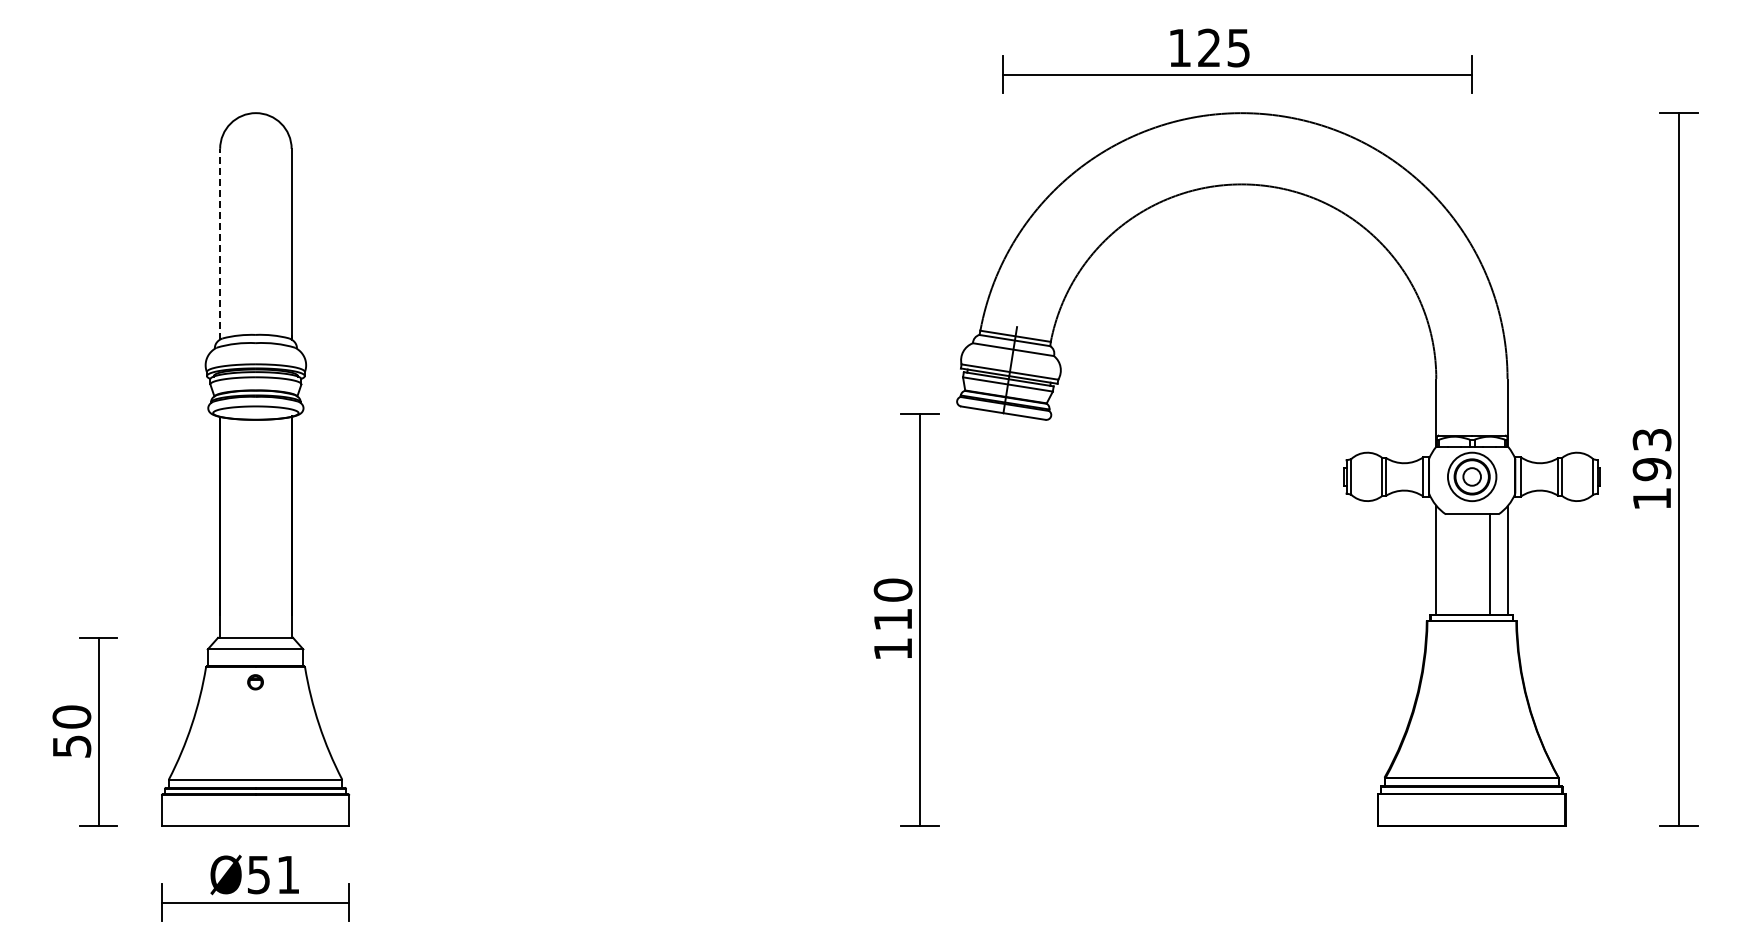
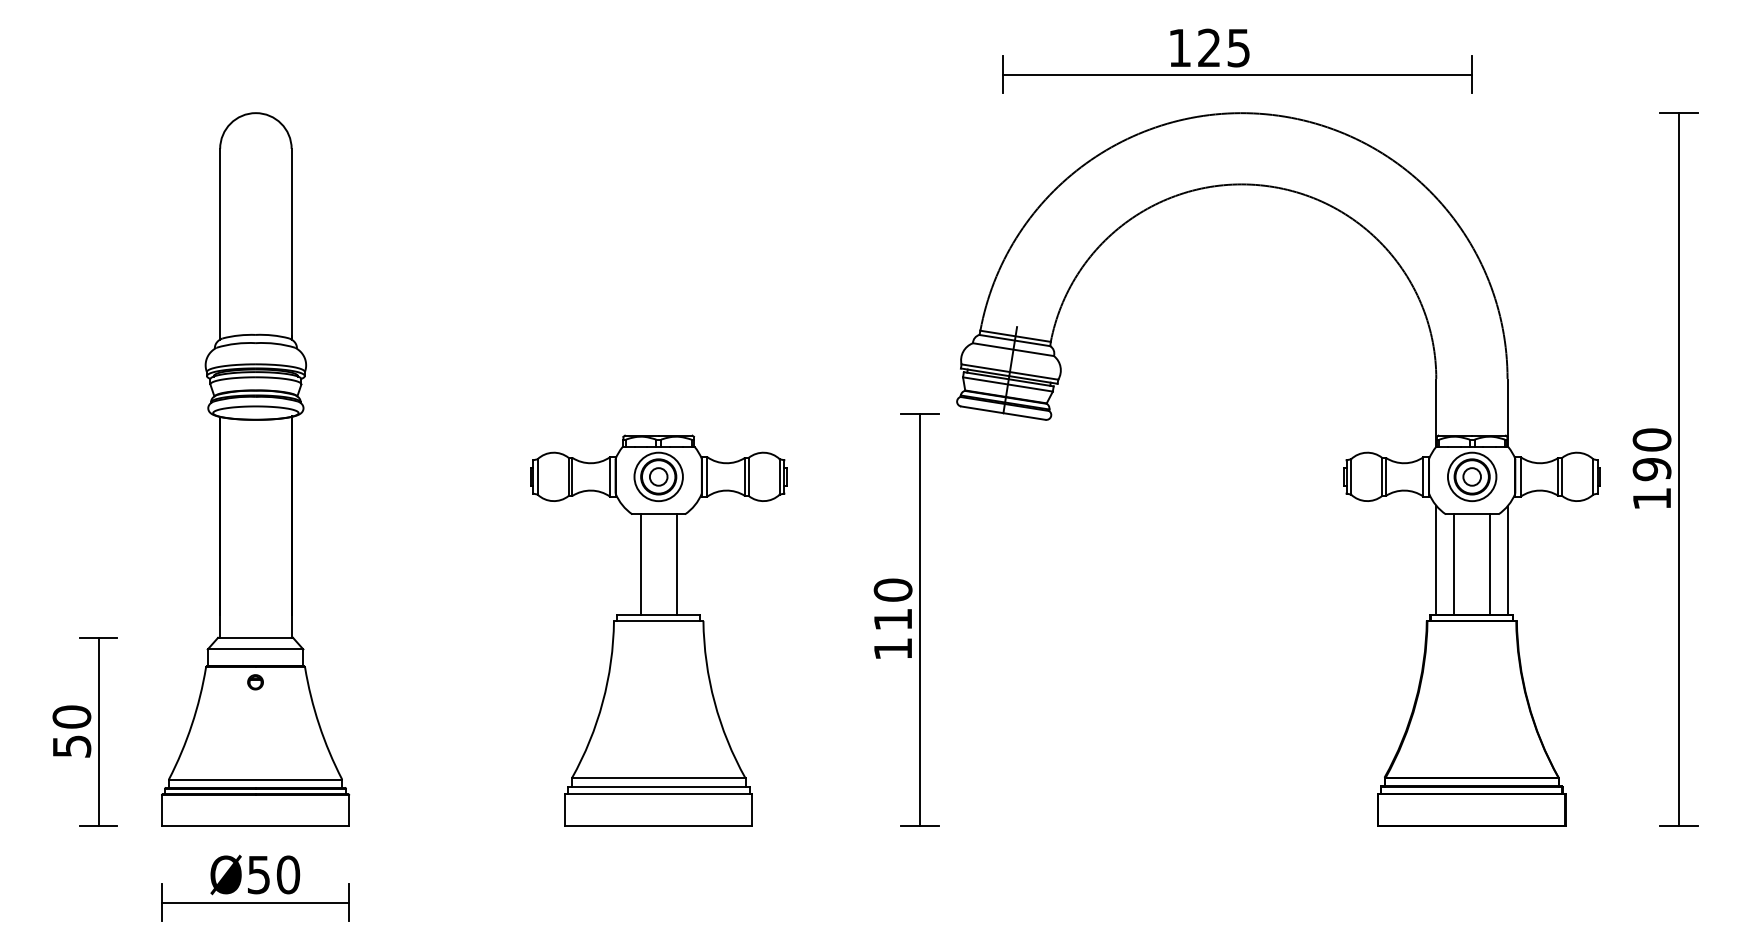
line at (220, 243): dashed -> solid
text at (1651, 439): 193 -> 190
line at (1454, 564): none -> present
part at (658, 630): none -> present
text at (288, 874): Ø51 -> Ø50
